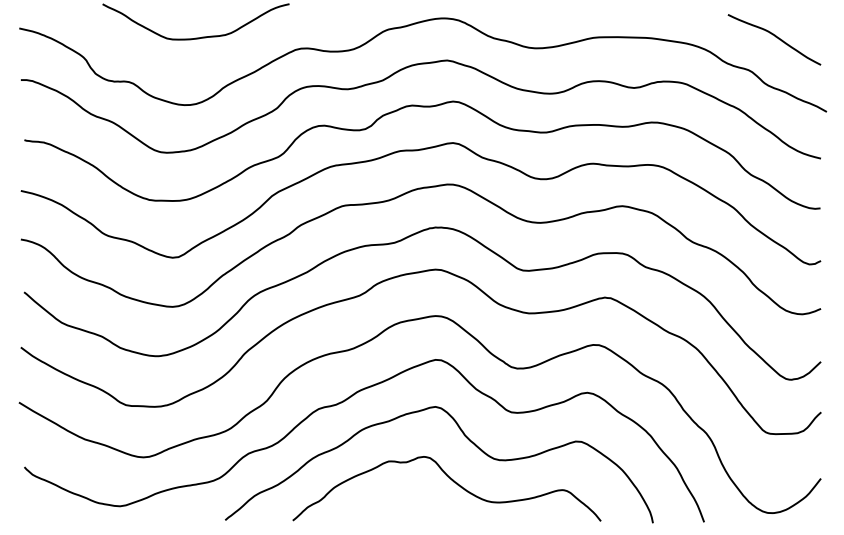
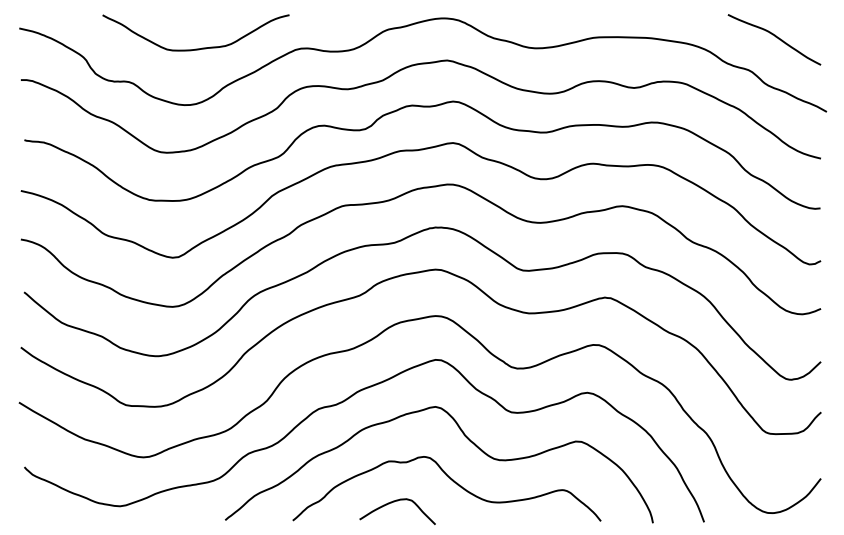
curve at (195, 37) position: (195, 37) -> (195, 48)
curve at (394, 502): none -> present
